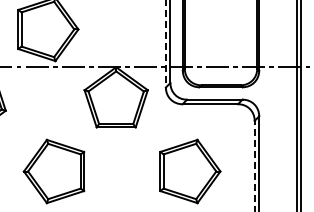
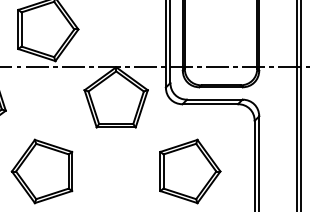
line at (165, 44): dashed -> solid
line at (254, 165): dashed -> solid
part at (53, 171) position: (53, 171) -> (41, 171)
